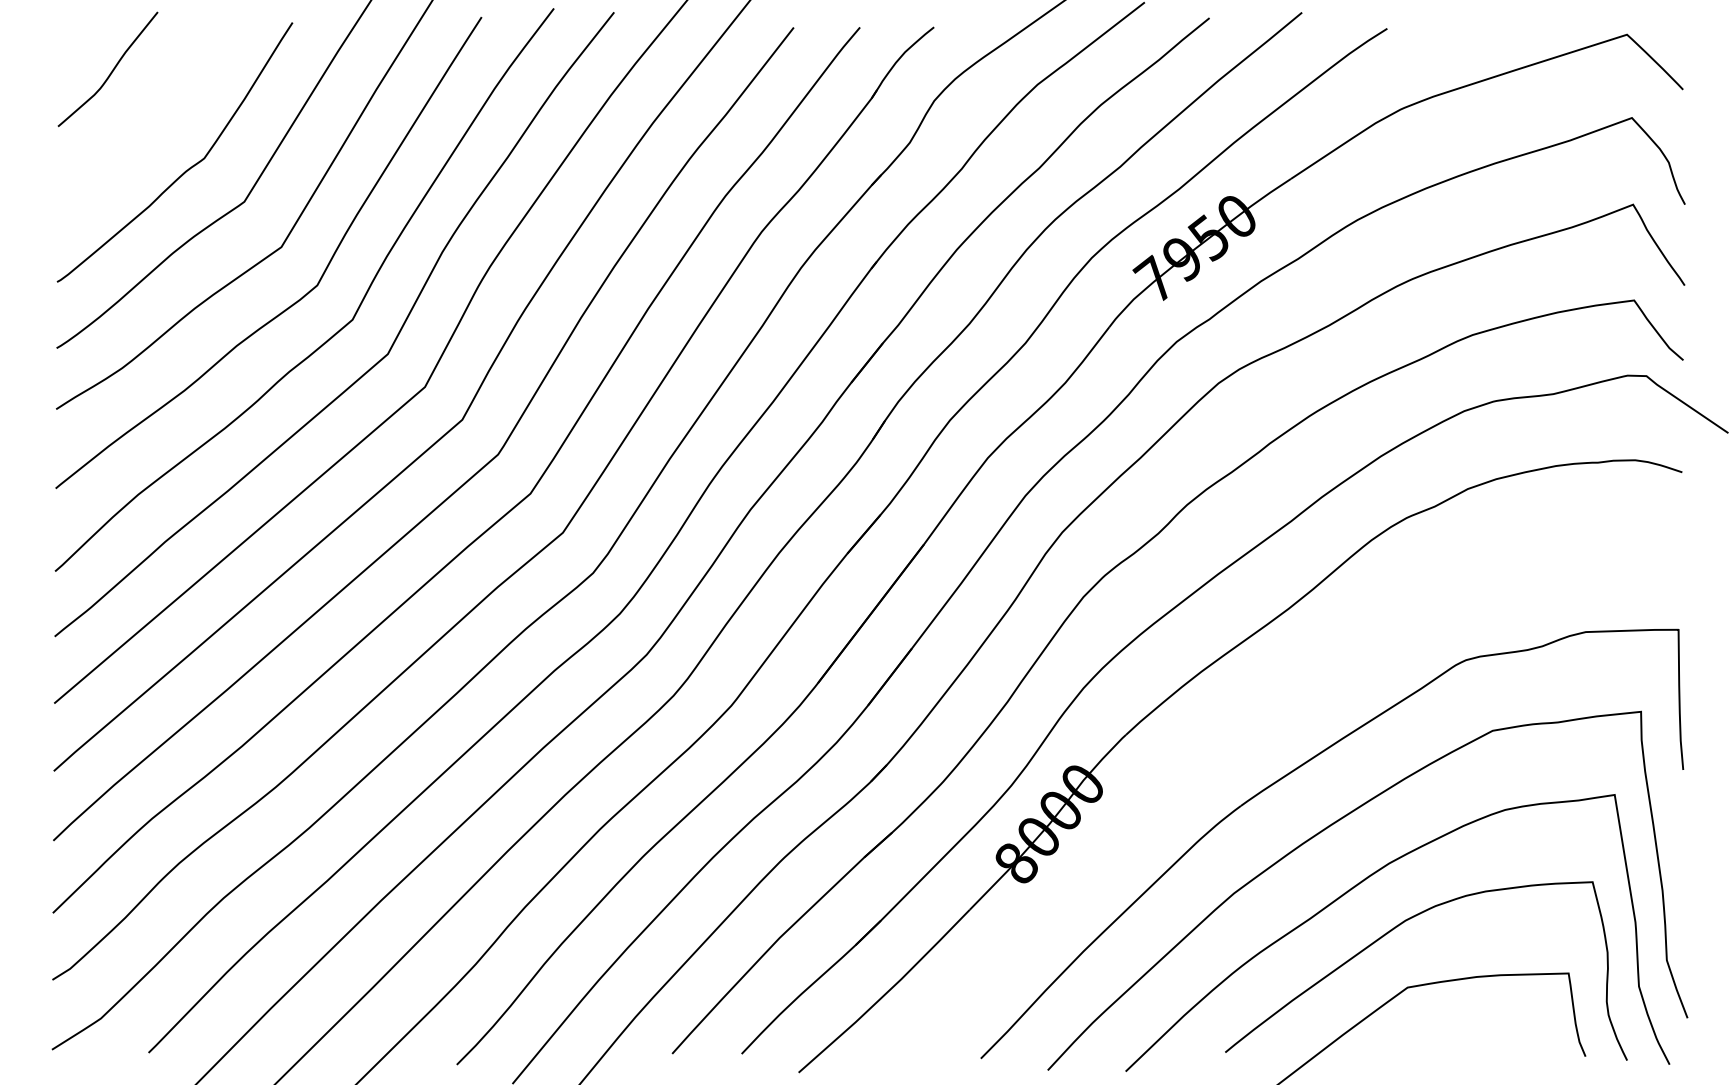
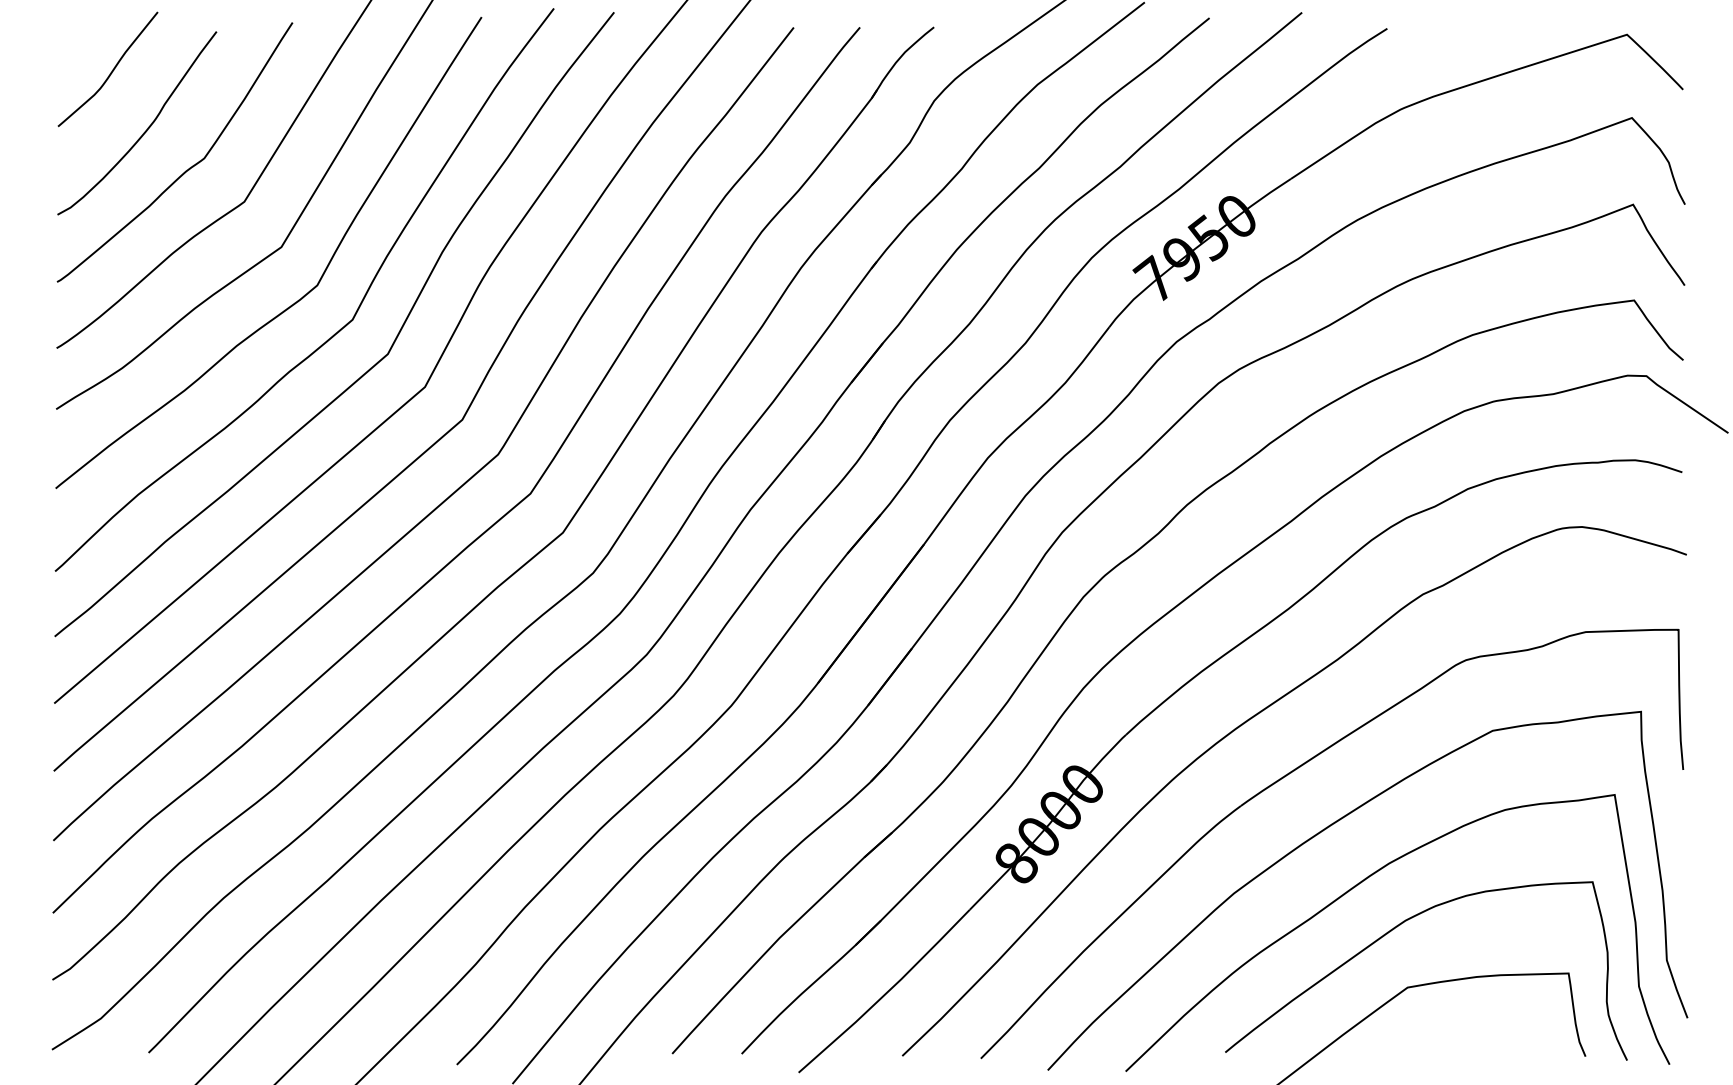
curve at (145, 130): none -> present
curve at (1248, 721): none -> present
